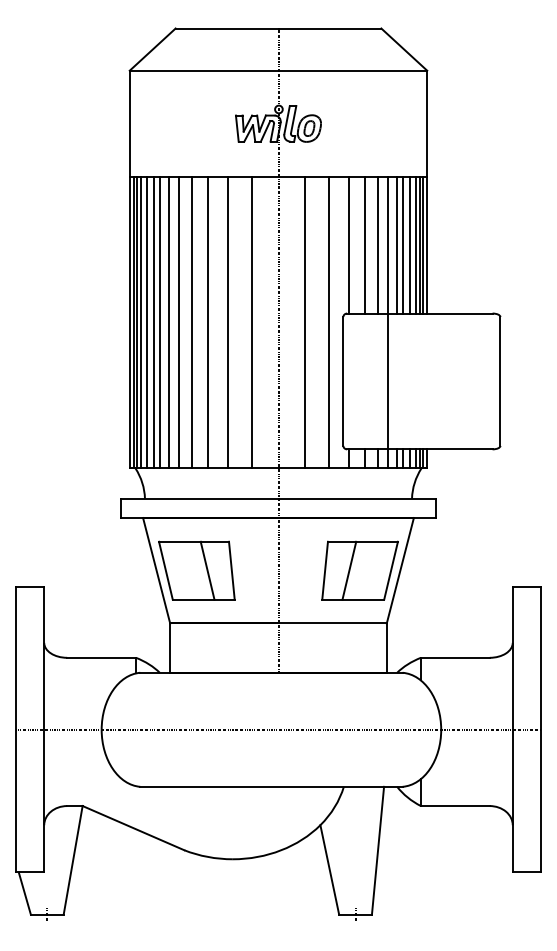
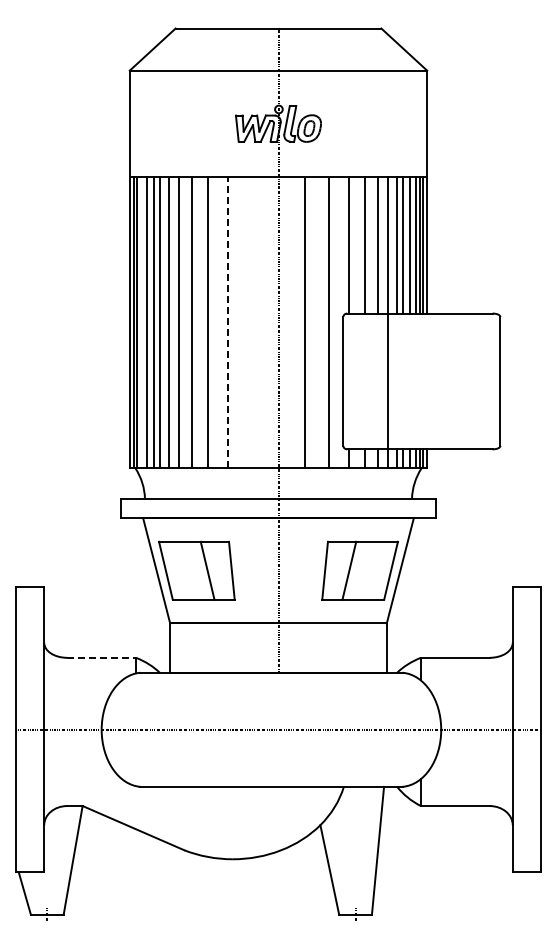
line at (141, 322): present -> none
line at (228, 322): solid -> dashed
line at (251, 322): present -> none
line at (102, 657): solid -> dashed
